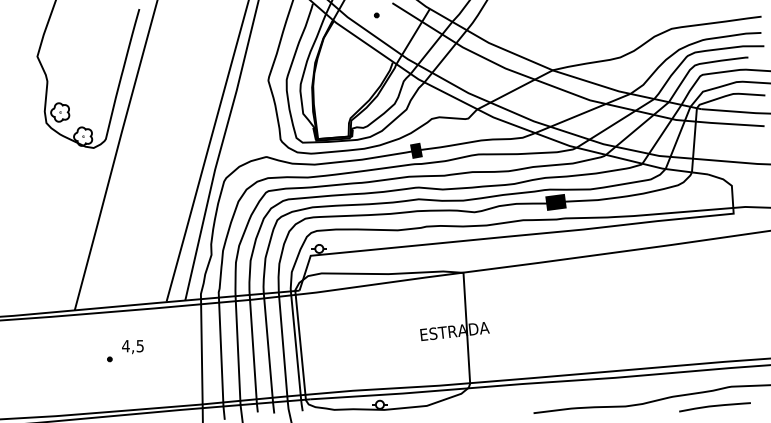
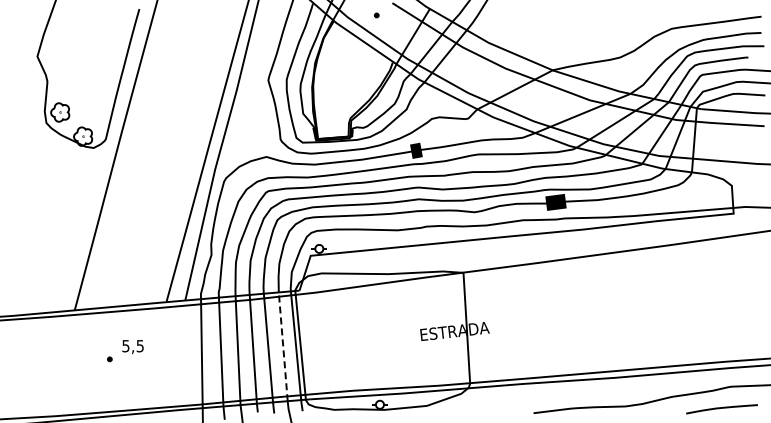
text at (125, 346): 4,5 -> 5,5
line at (283, 346): solid -> dashed
curve at (714, 406) position: (714, 406) -> (721, 408)
